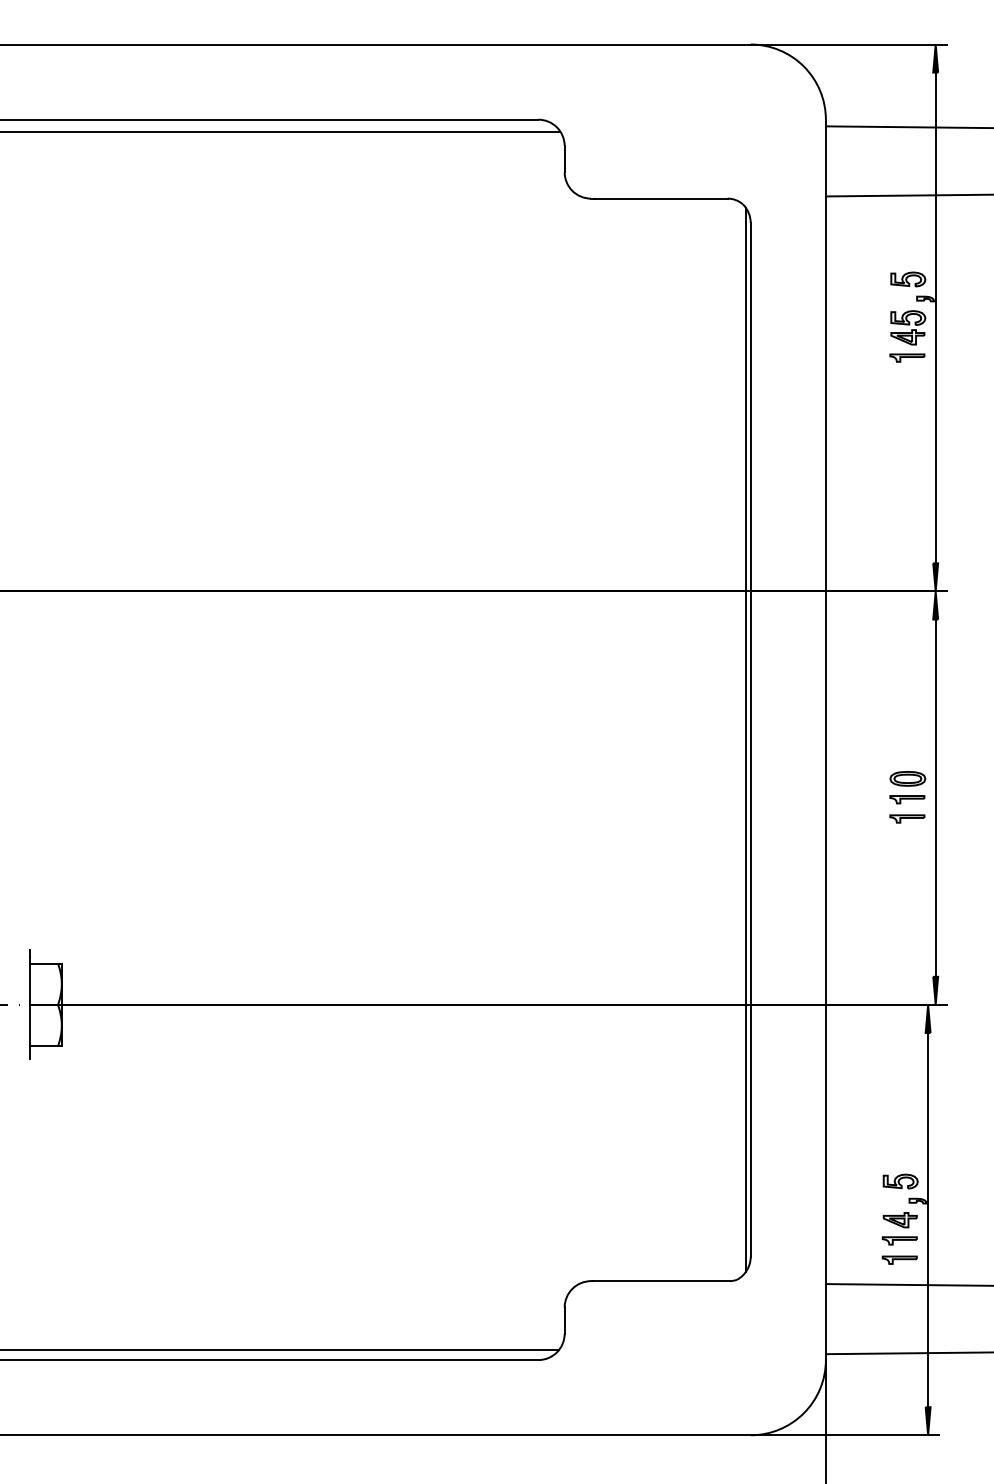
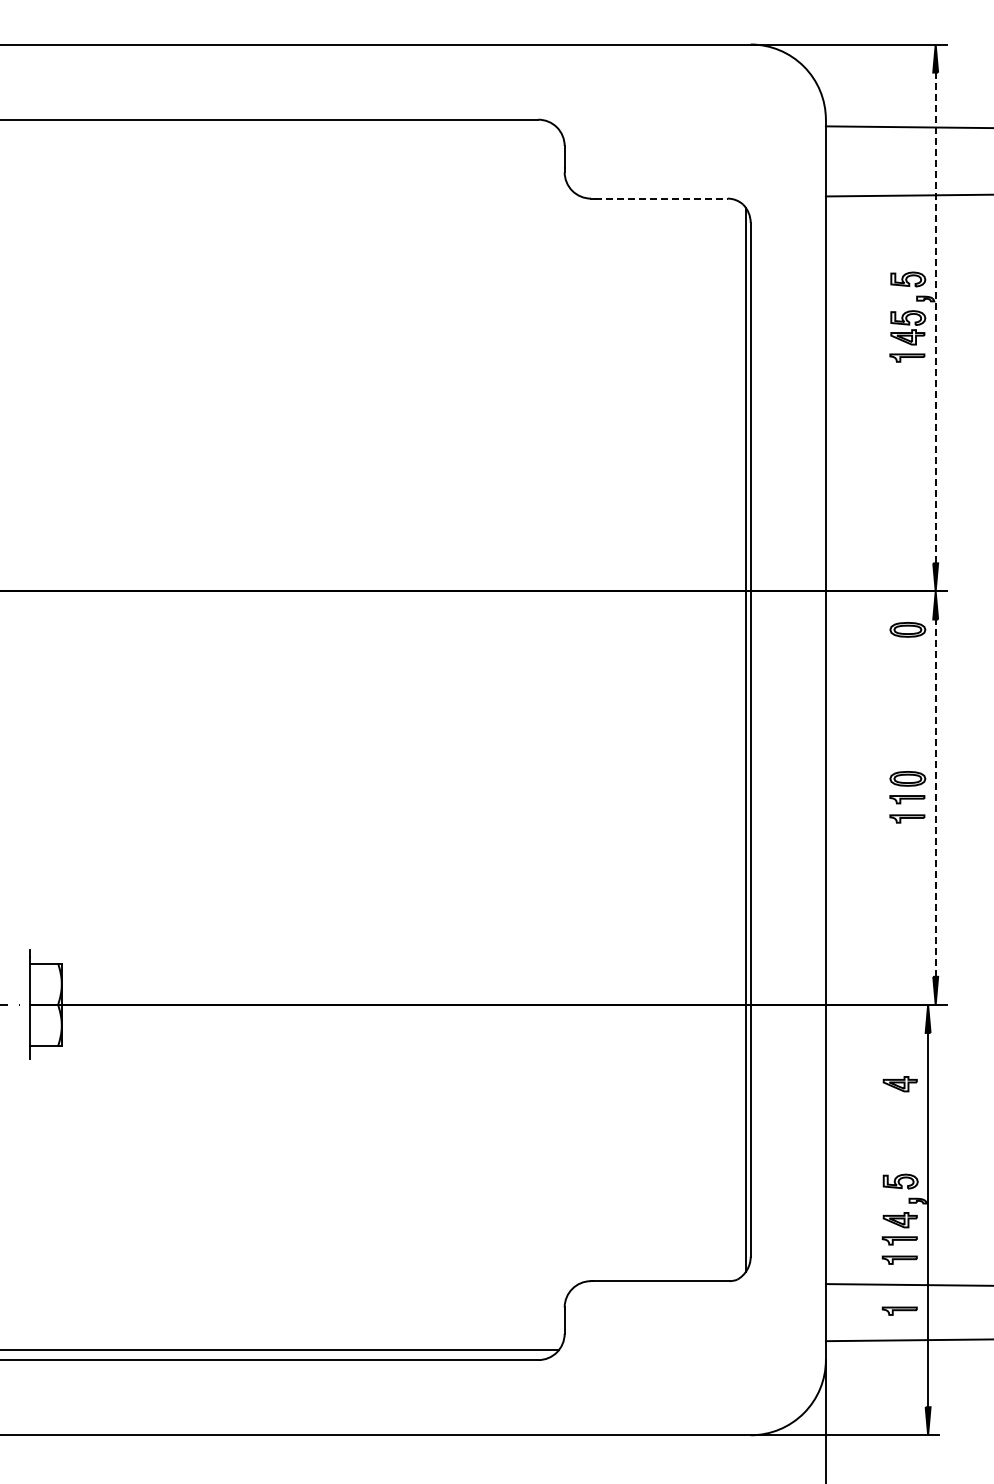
line at (281, 131): present -> none
line at (661, 198): solid -> dashed
line at (935, 317): solid -> dashed
part at (907, 629): none -> present
line at (935, 798): solid -> dashed
part at (899, 1084): none -> present
part at (899, 1310): none -> present
line at (907, 1353) position: (907, 1353) -> (907, 1340)
